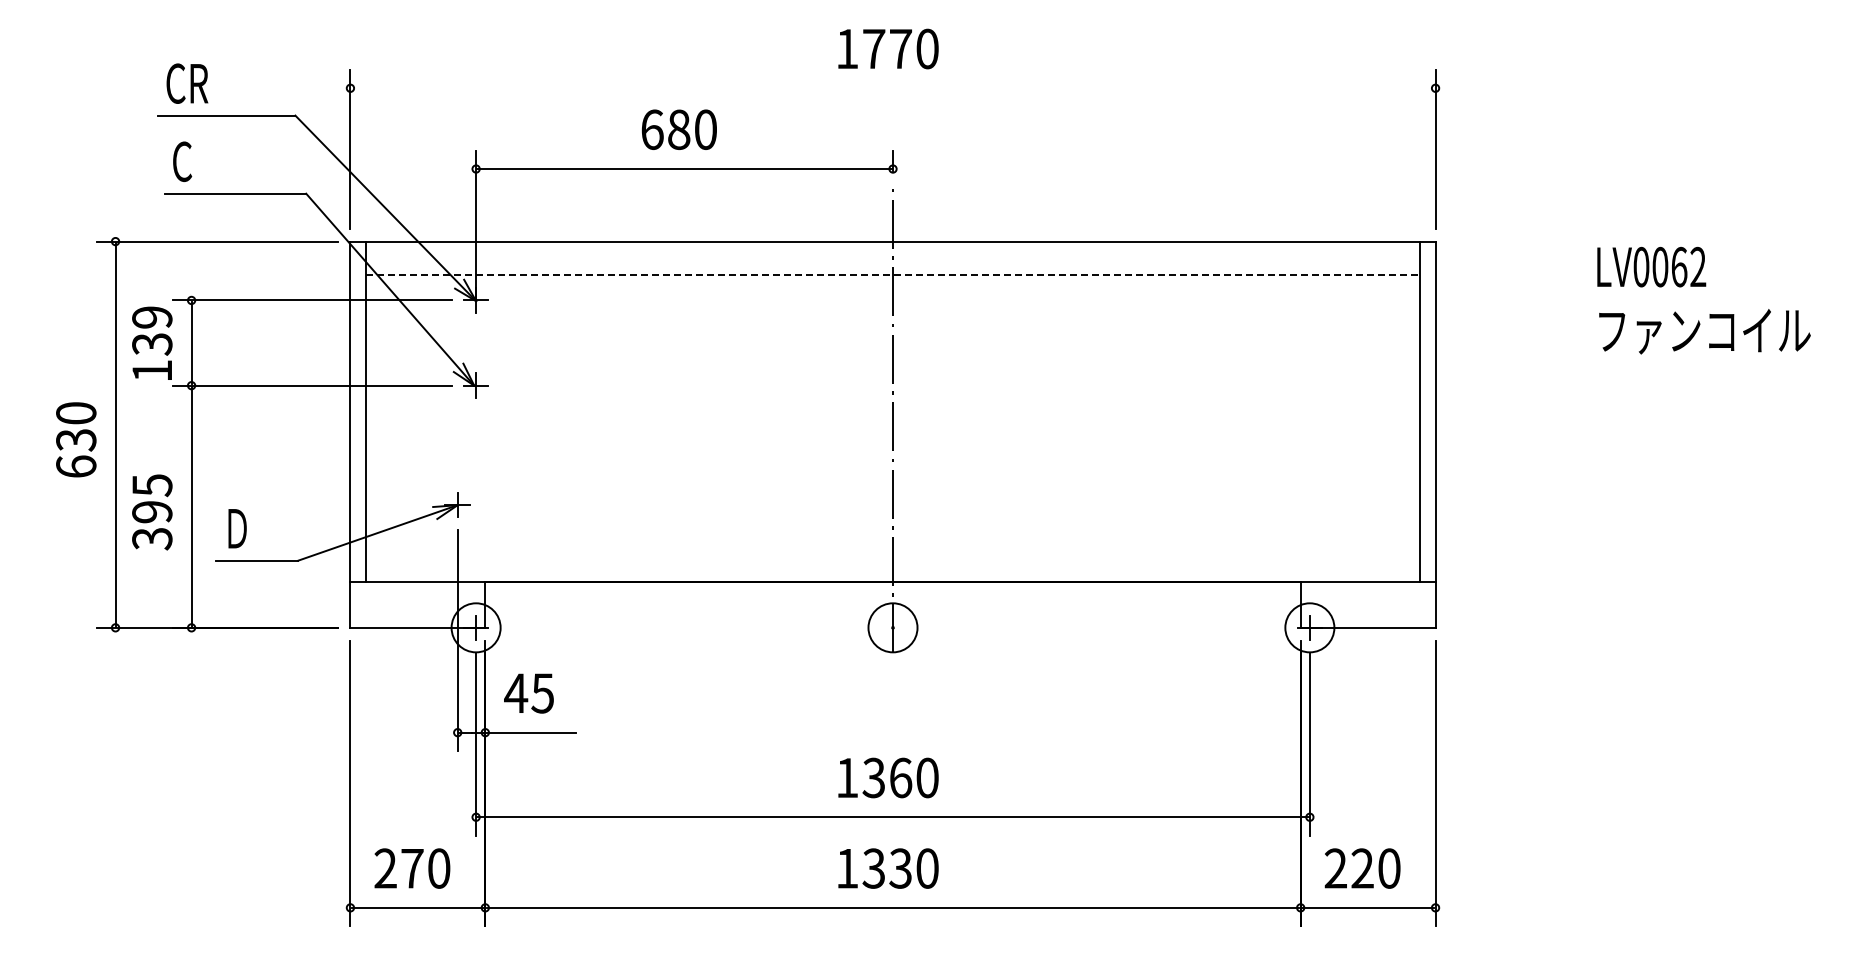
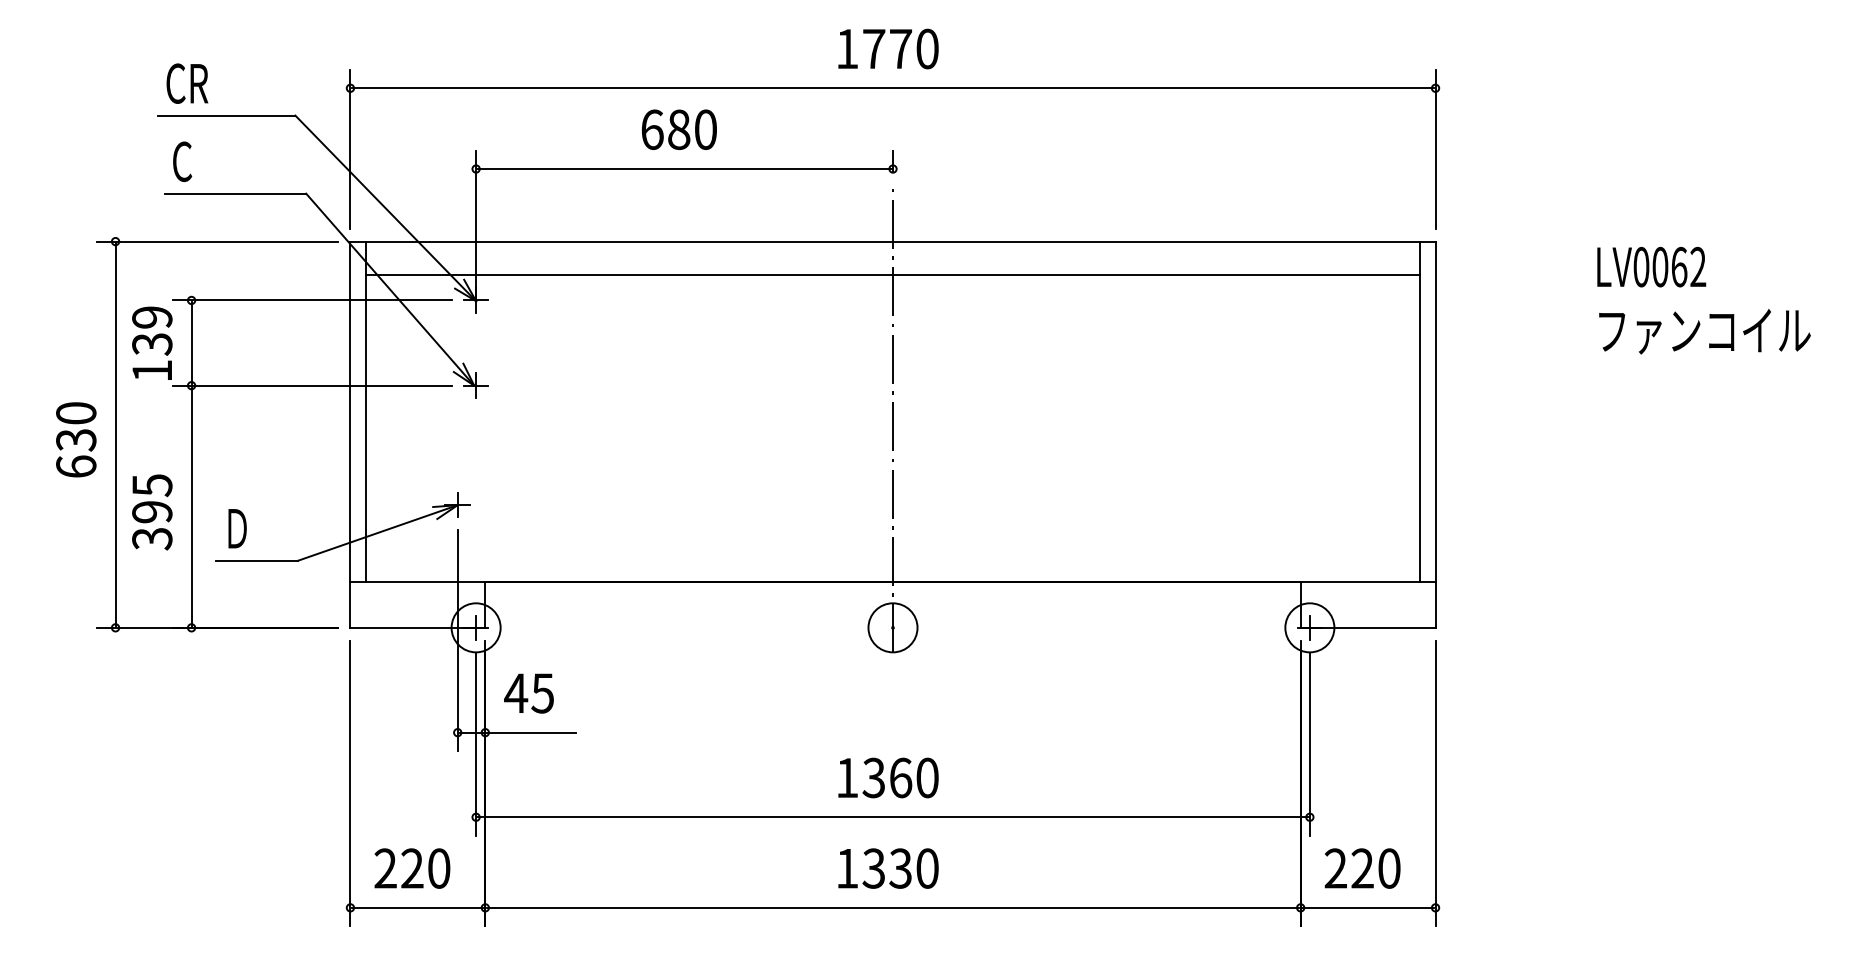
line at (892, 88): none -> present
line at (893, 275): dashed -> solid
text at (412, 868): 270 -> 220
